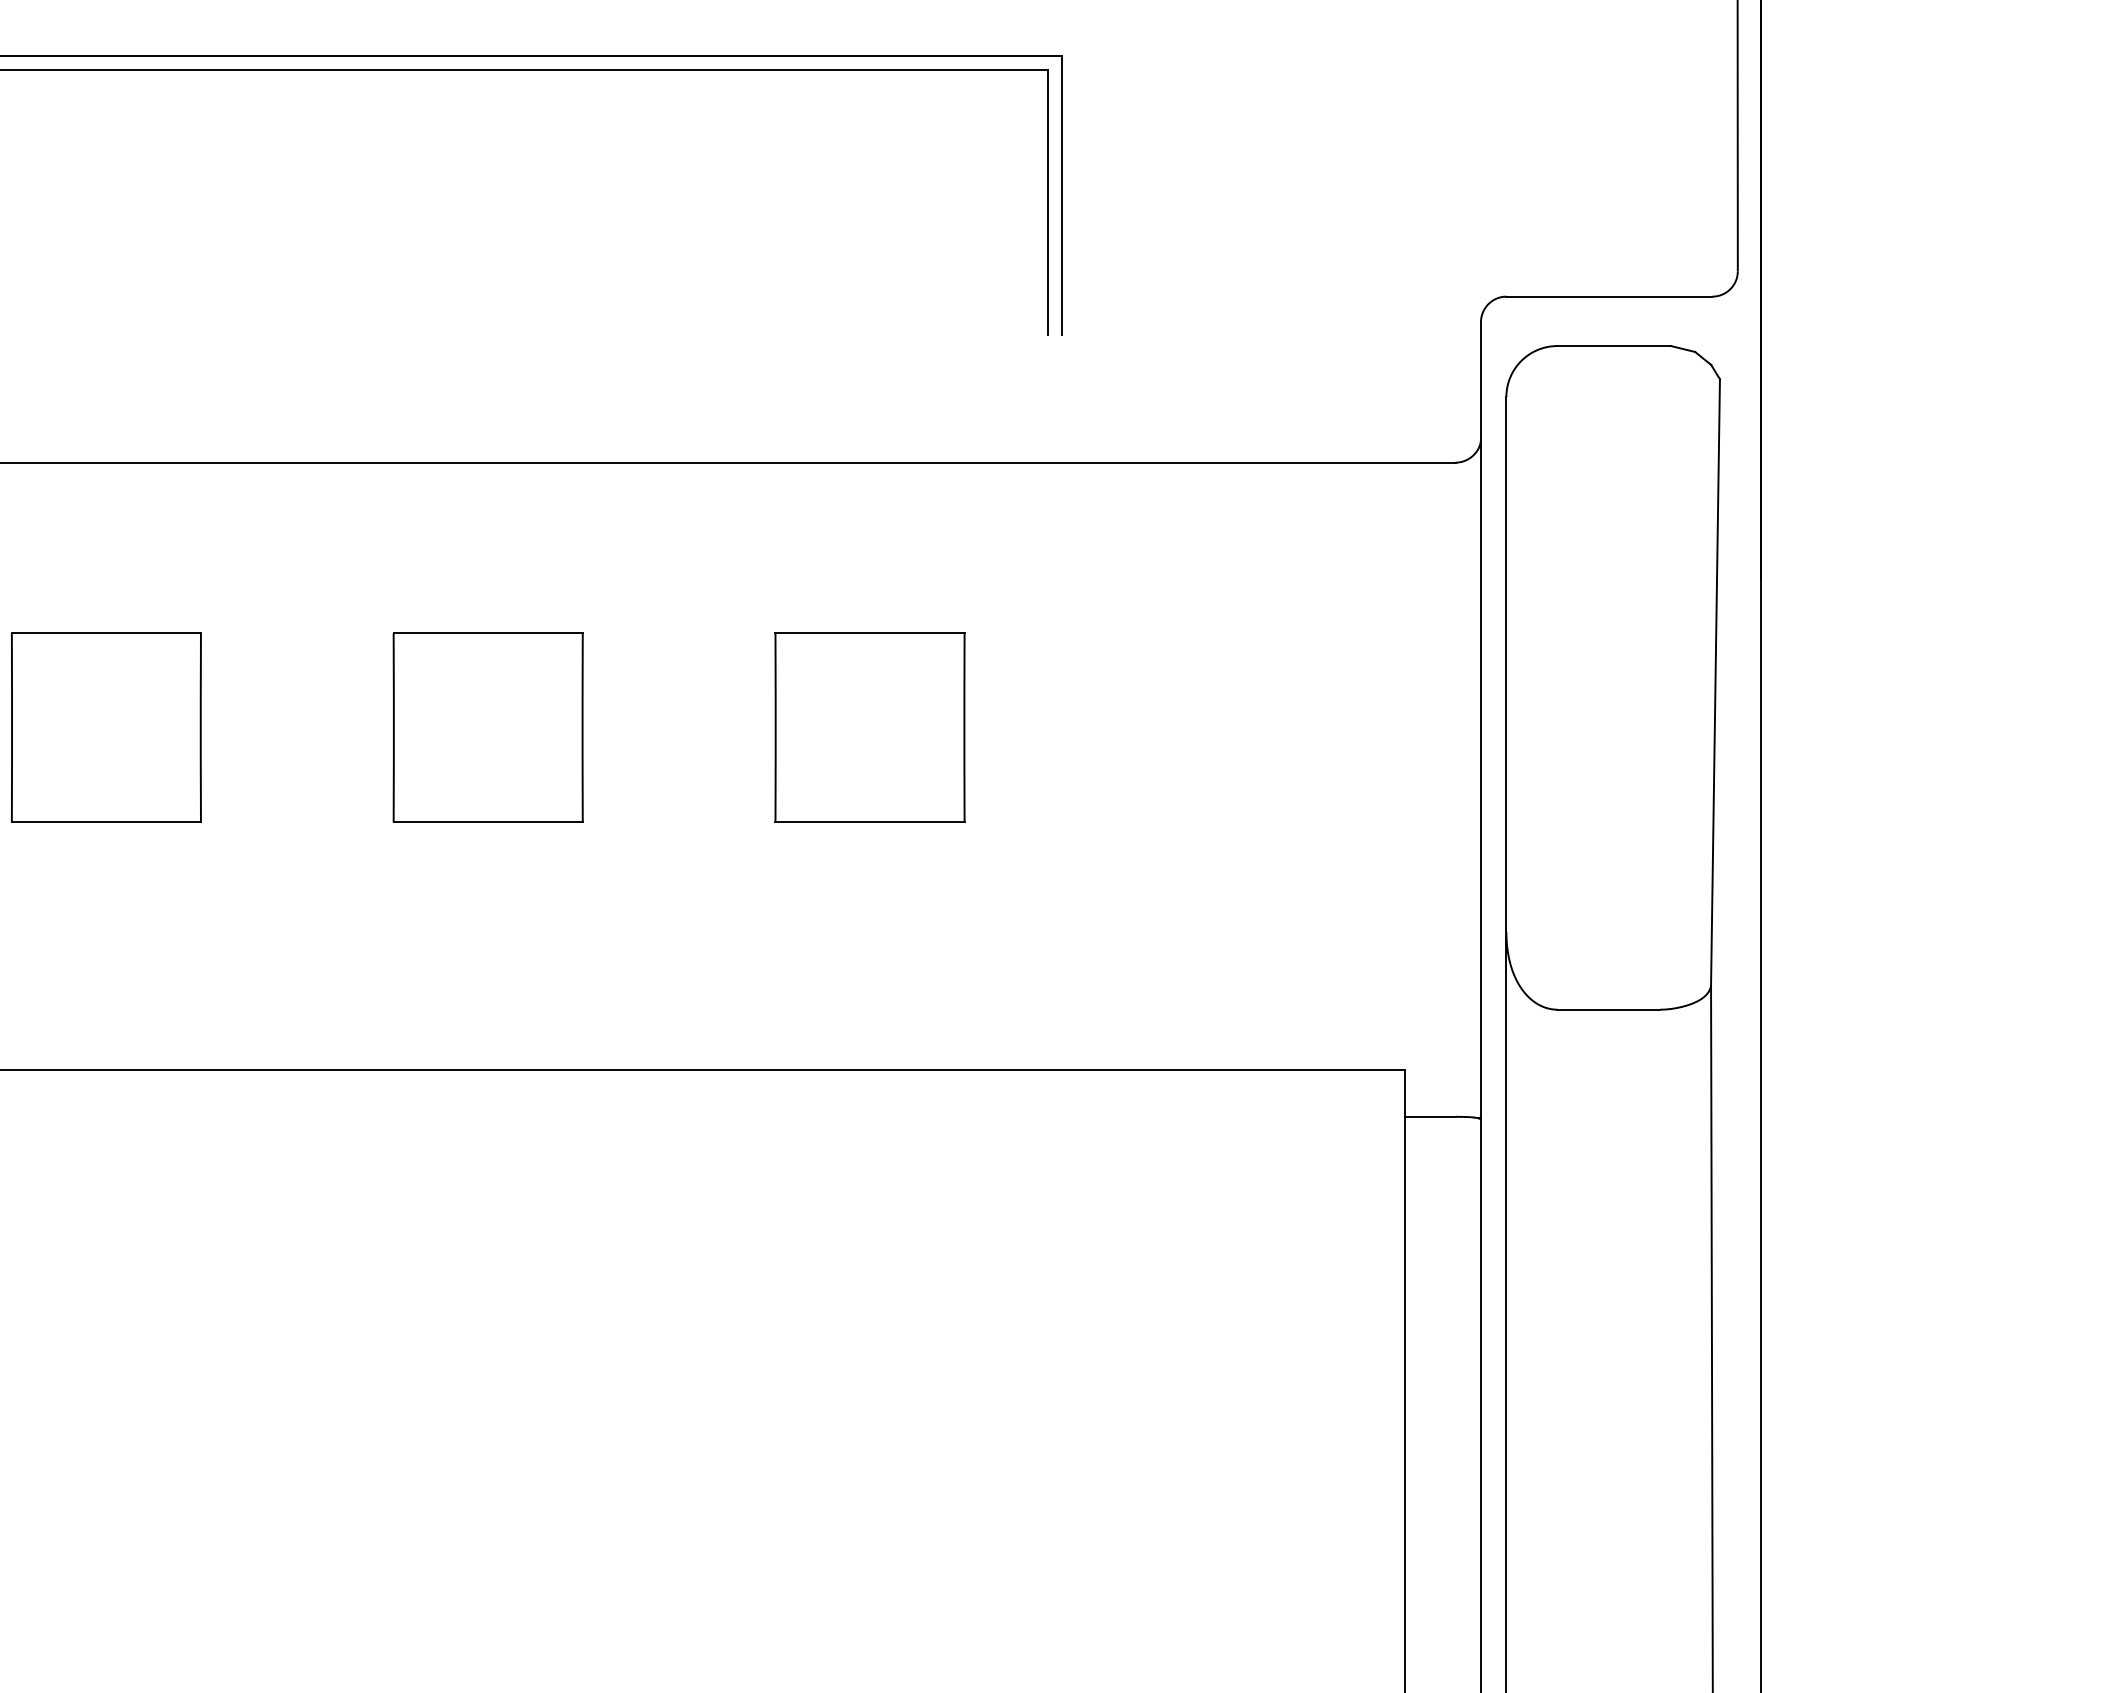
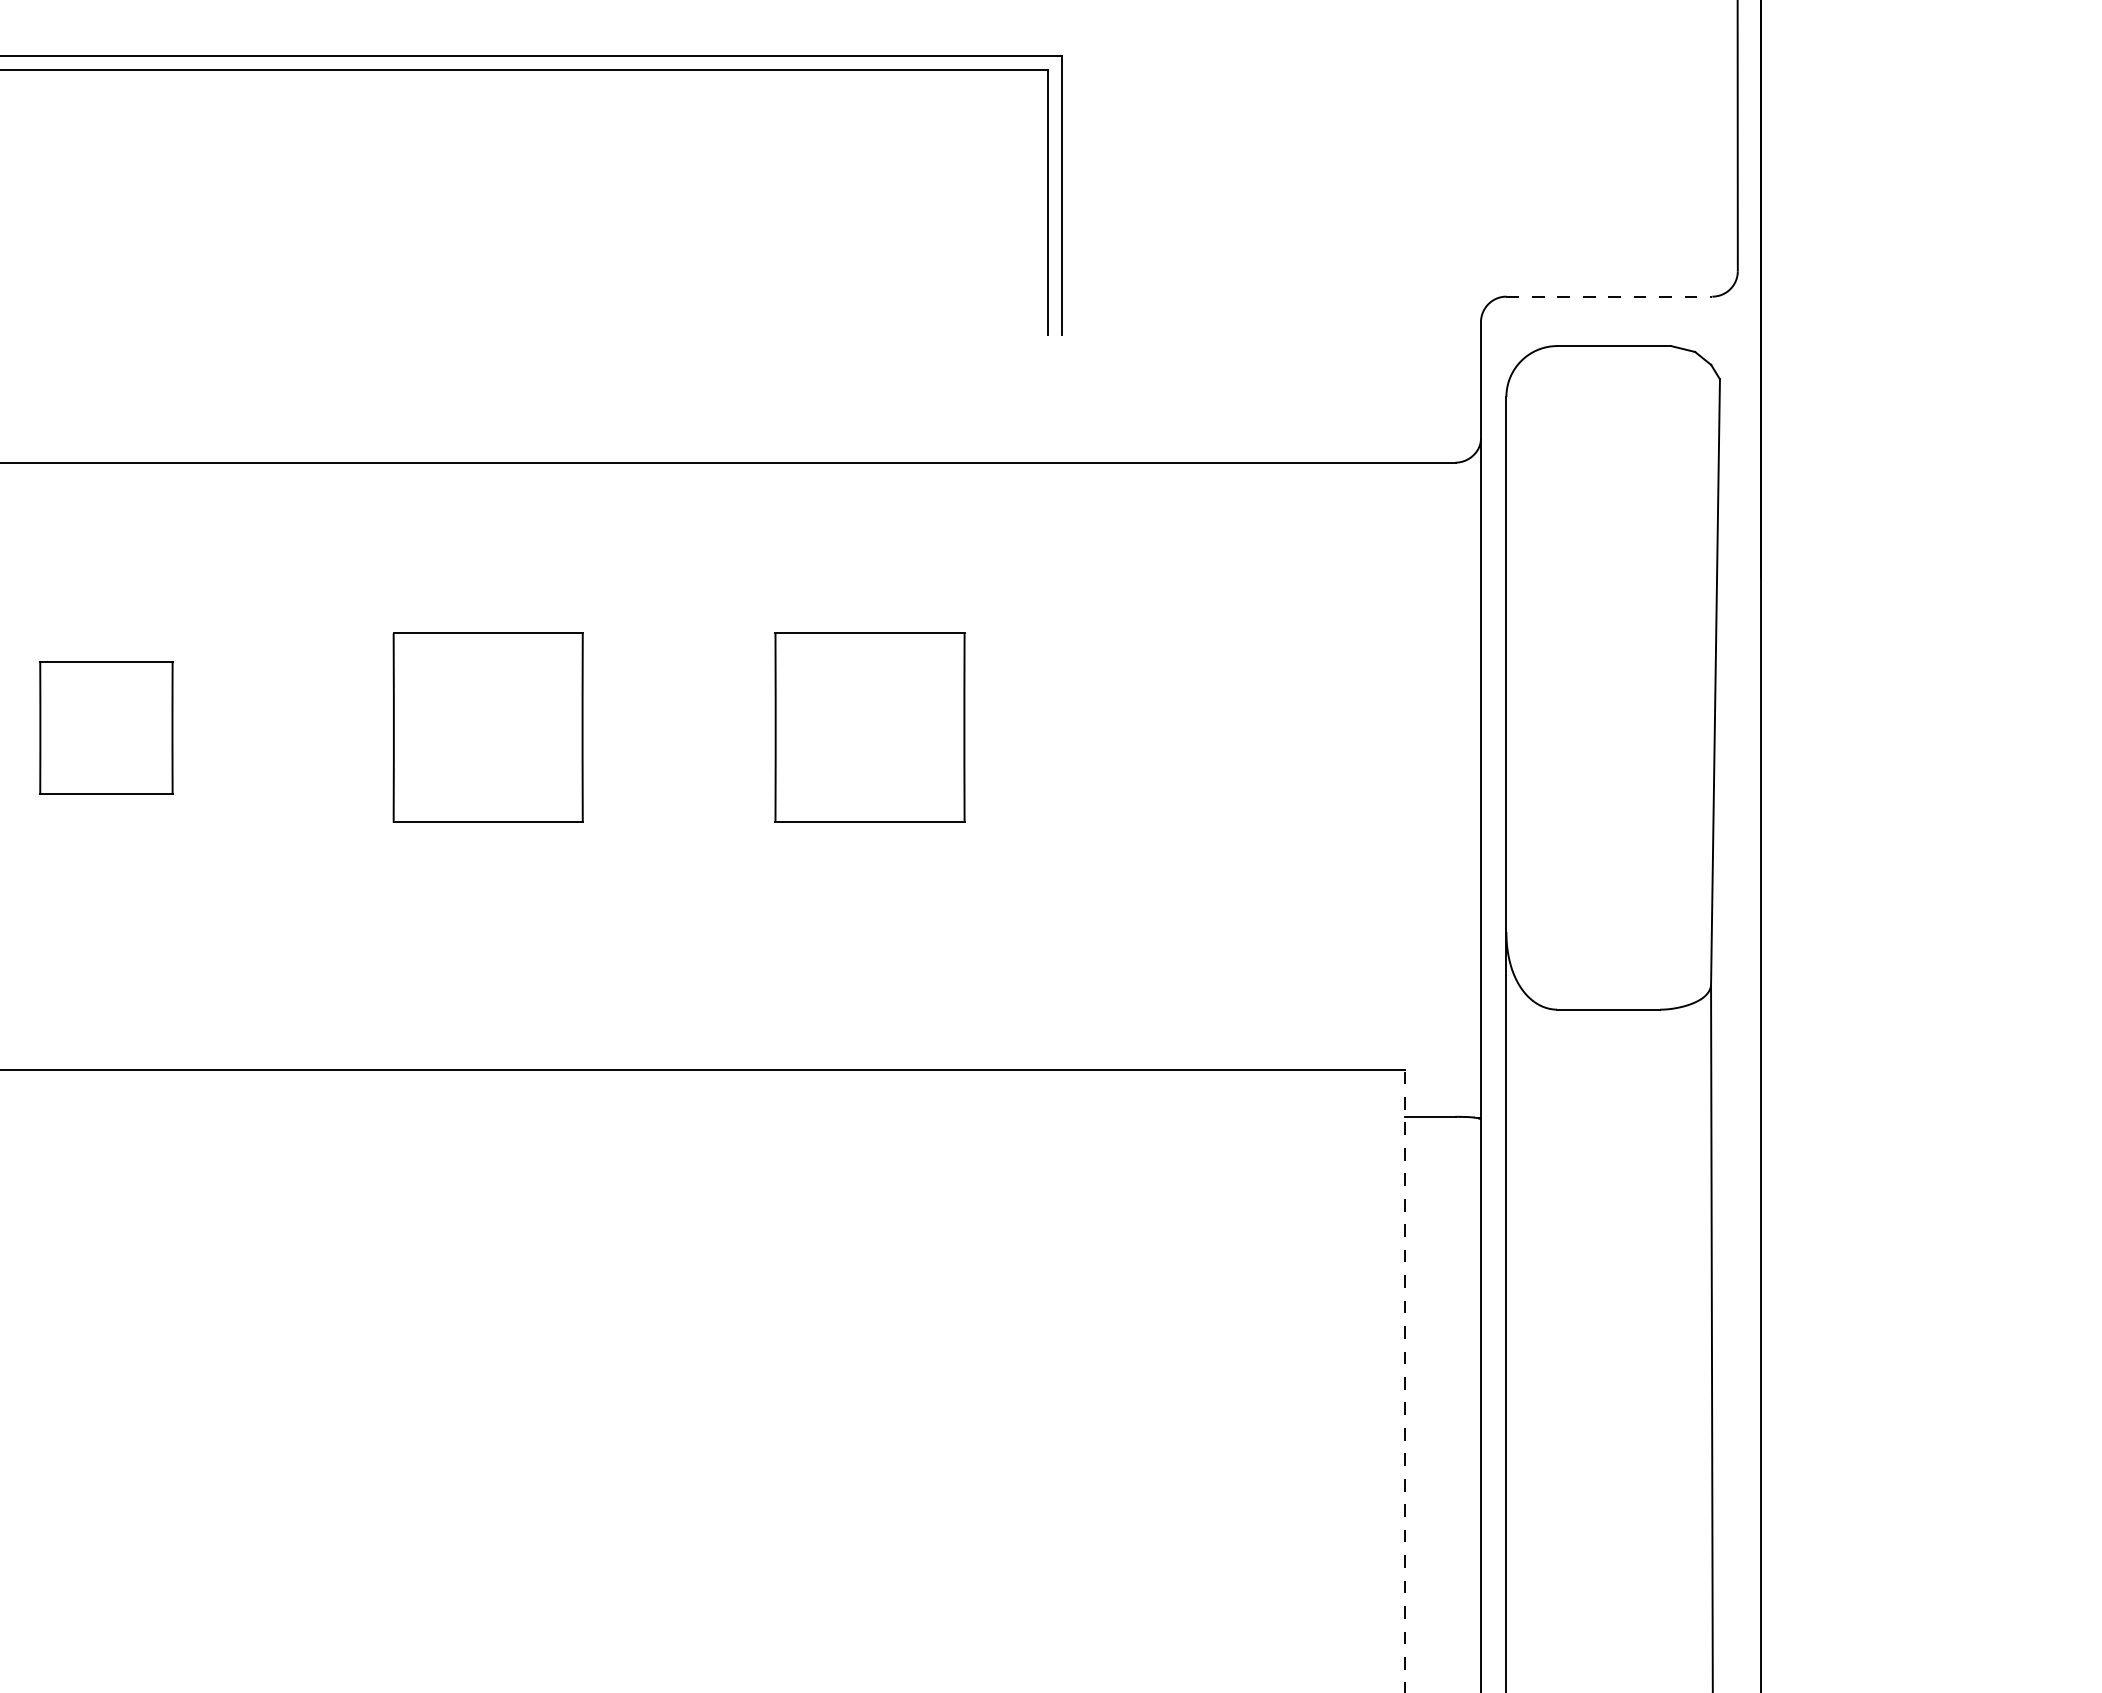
line at (1609, 296): solid -> dashed
part at (106, 727) size: 191x191 px -> 135x134 px
line at (1404, 1380): solid -> dashed
